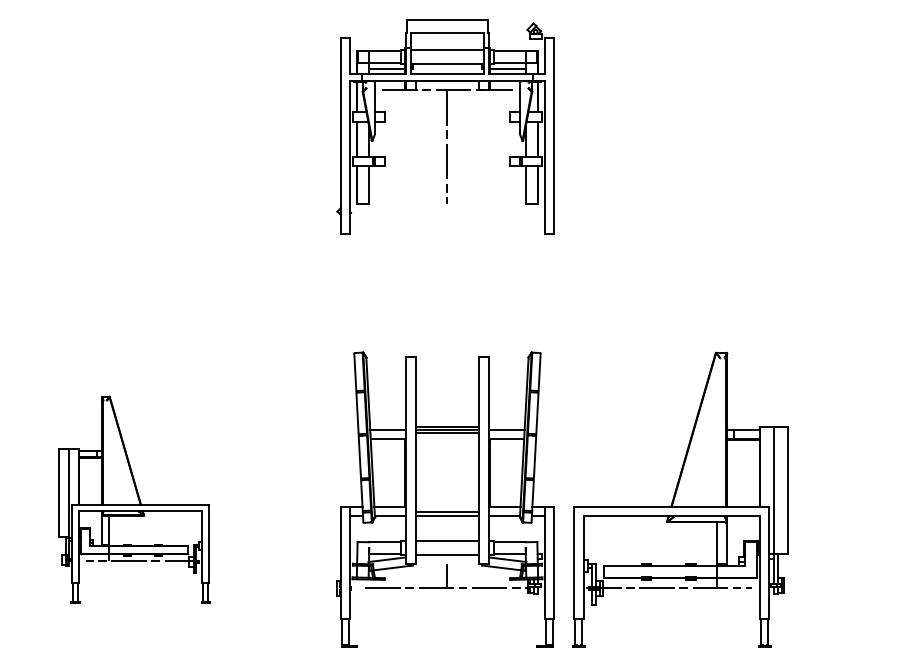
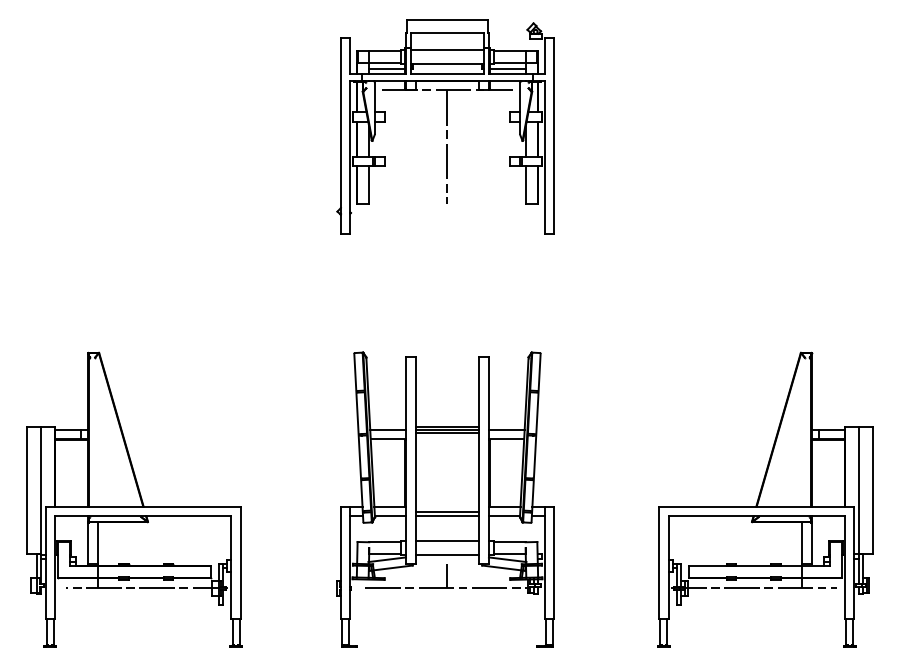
part at (134, 499) size: 153x209 px -> 217x297 px
part at (680, 499) position: (680, 499) -> (765, 499)
